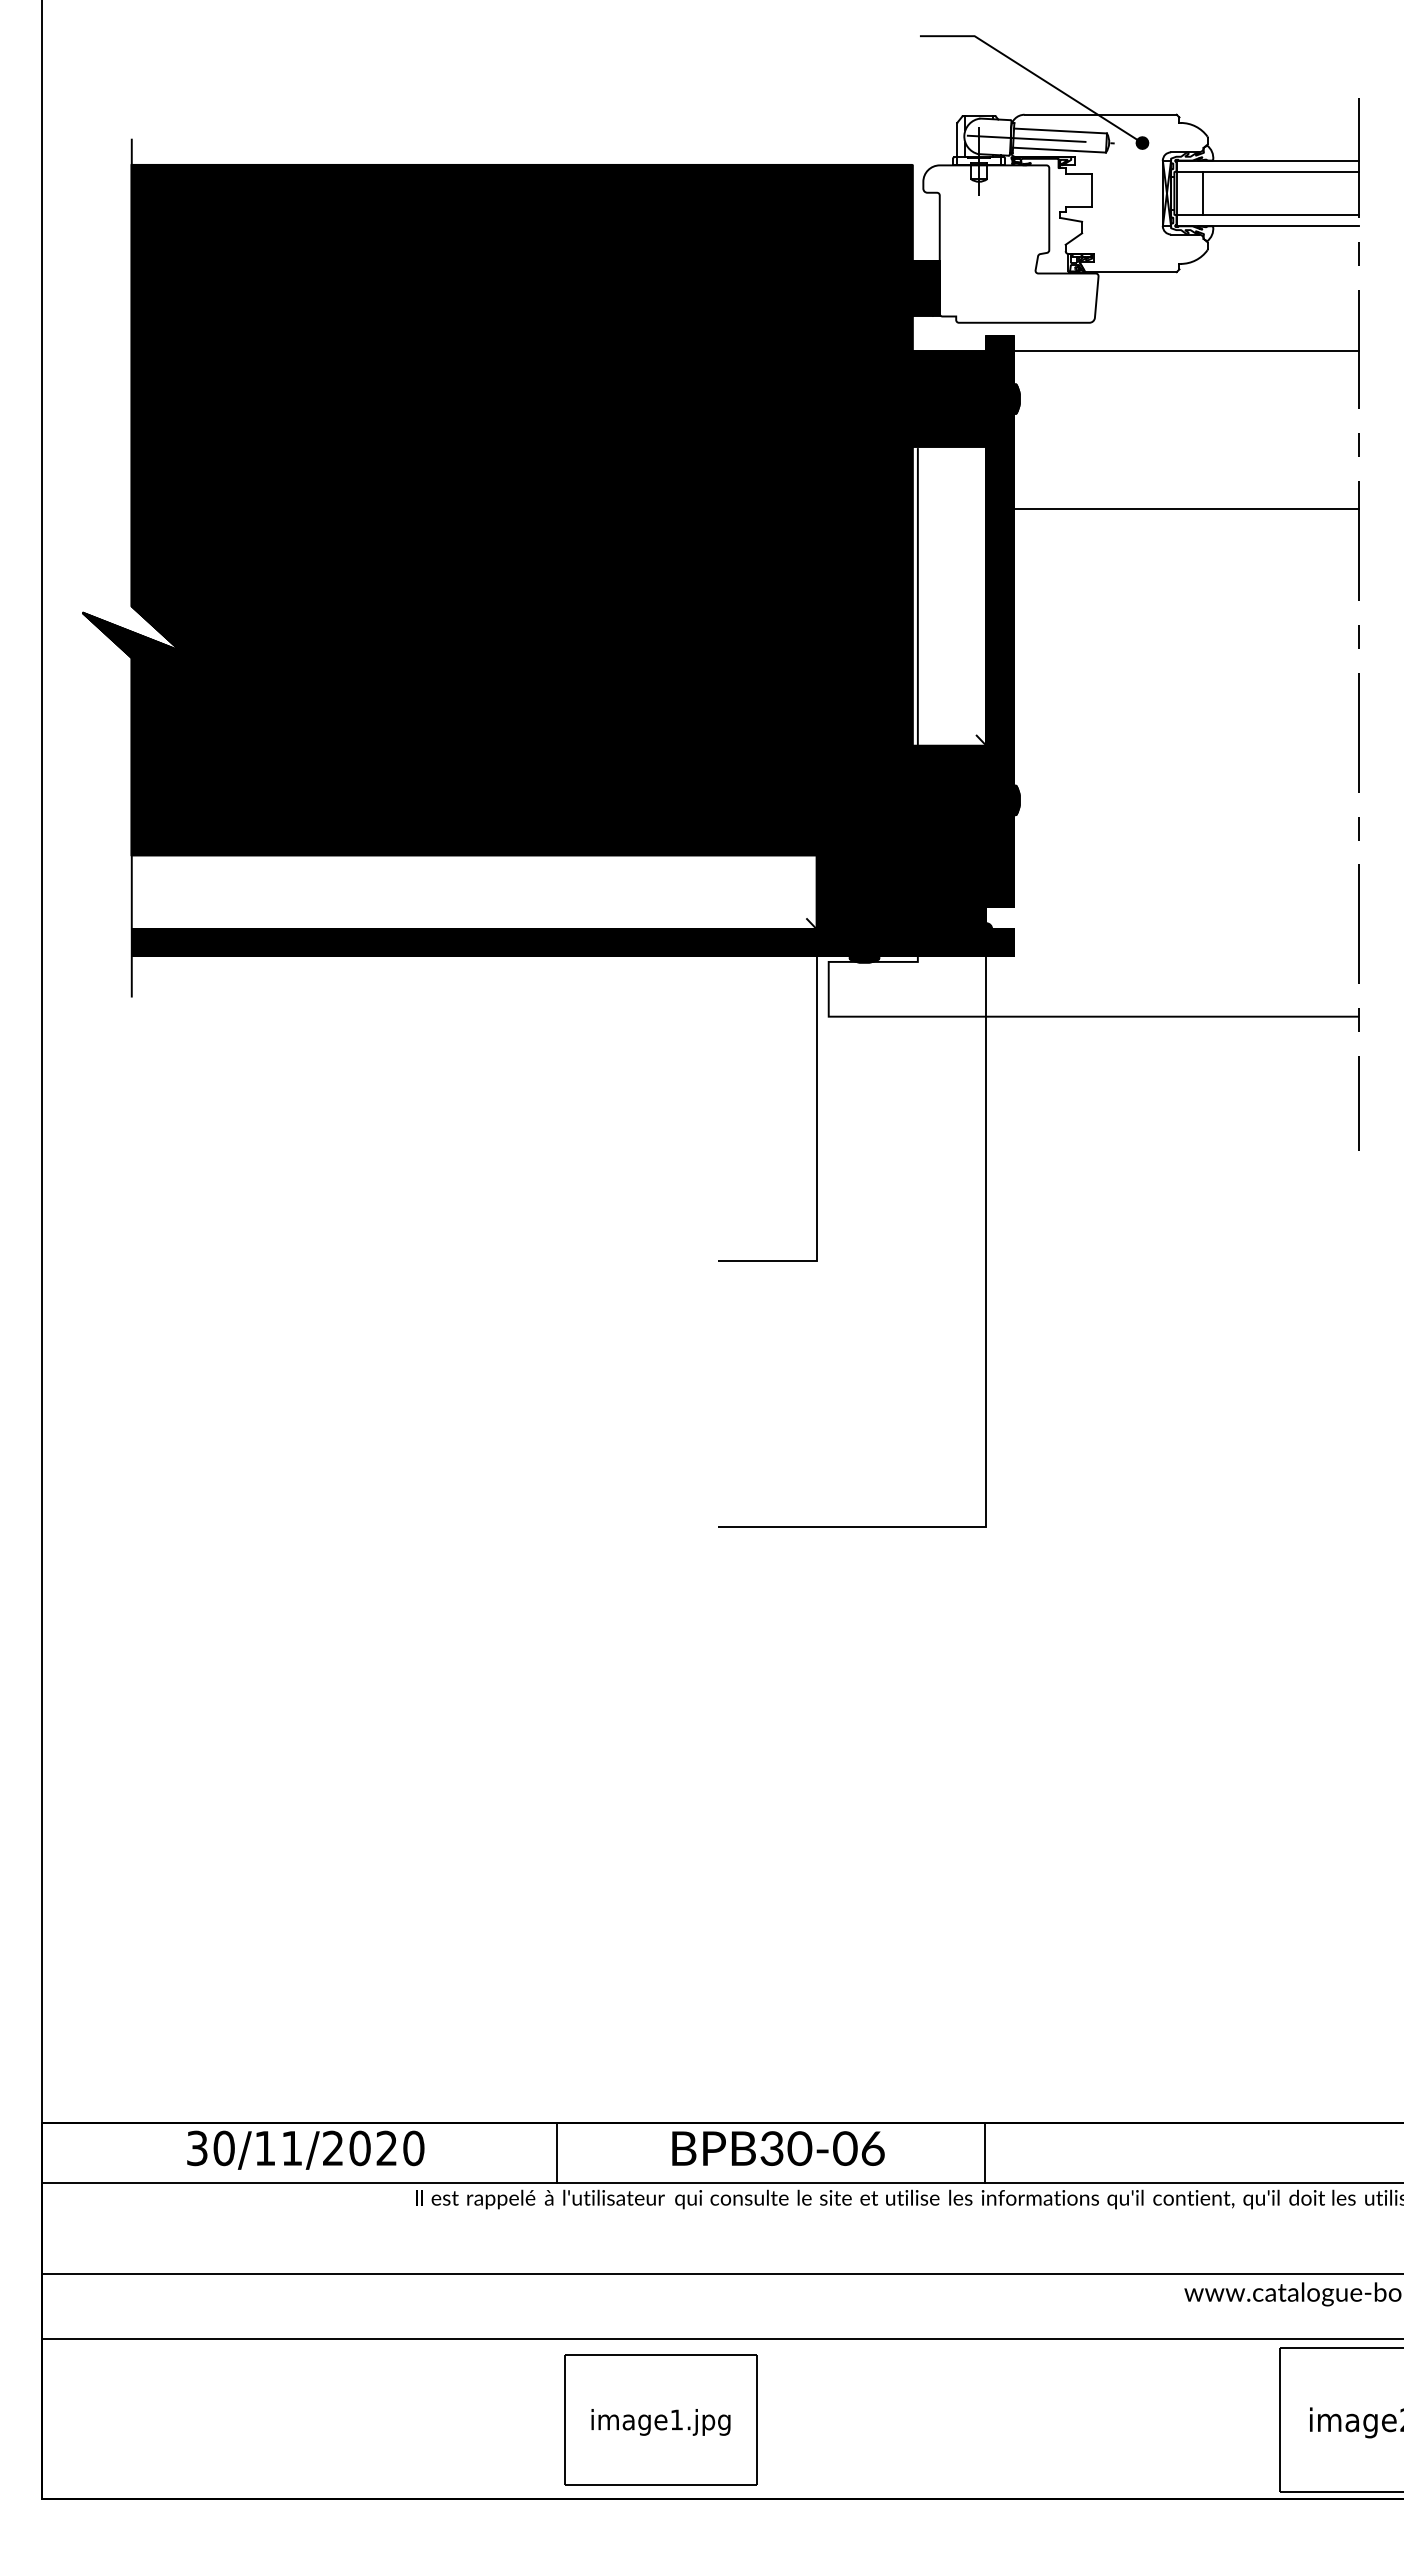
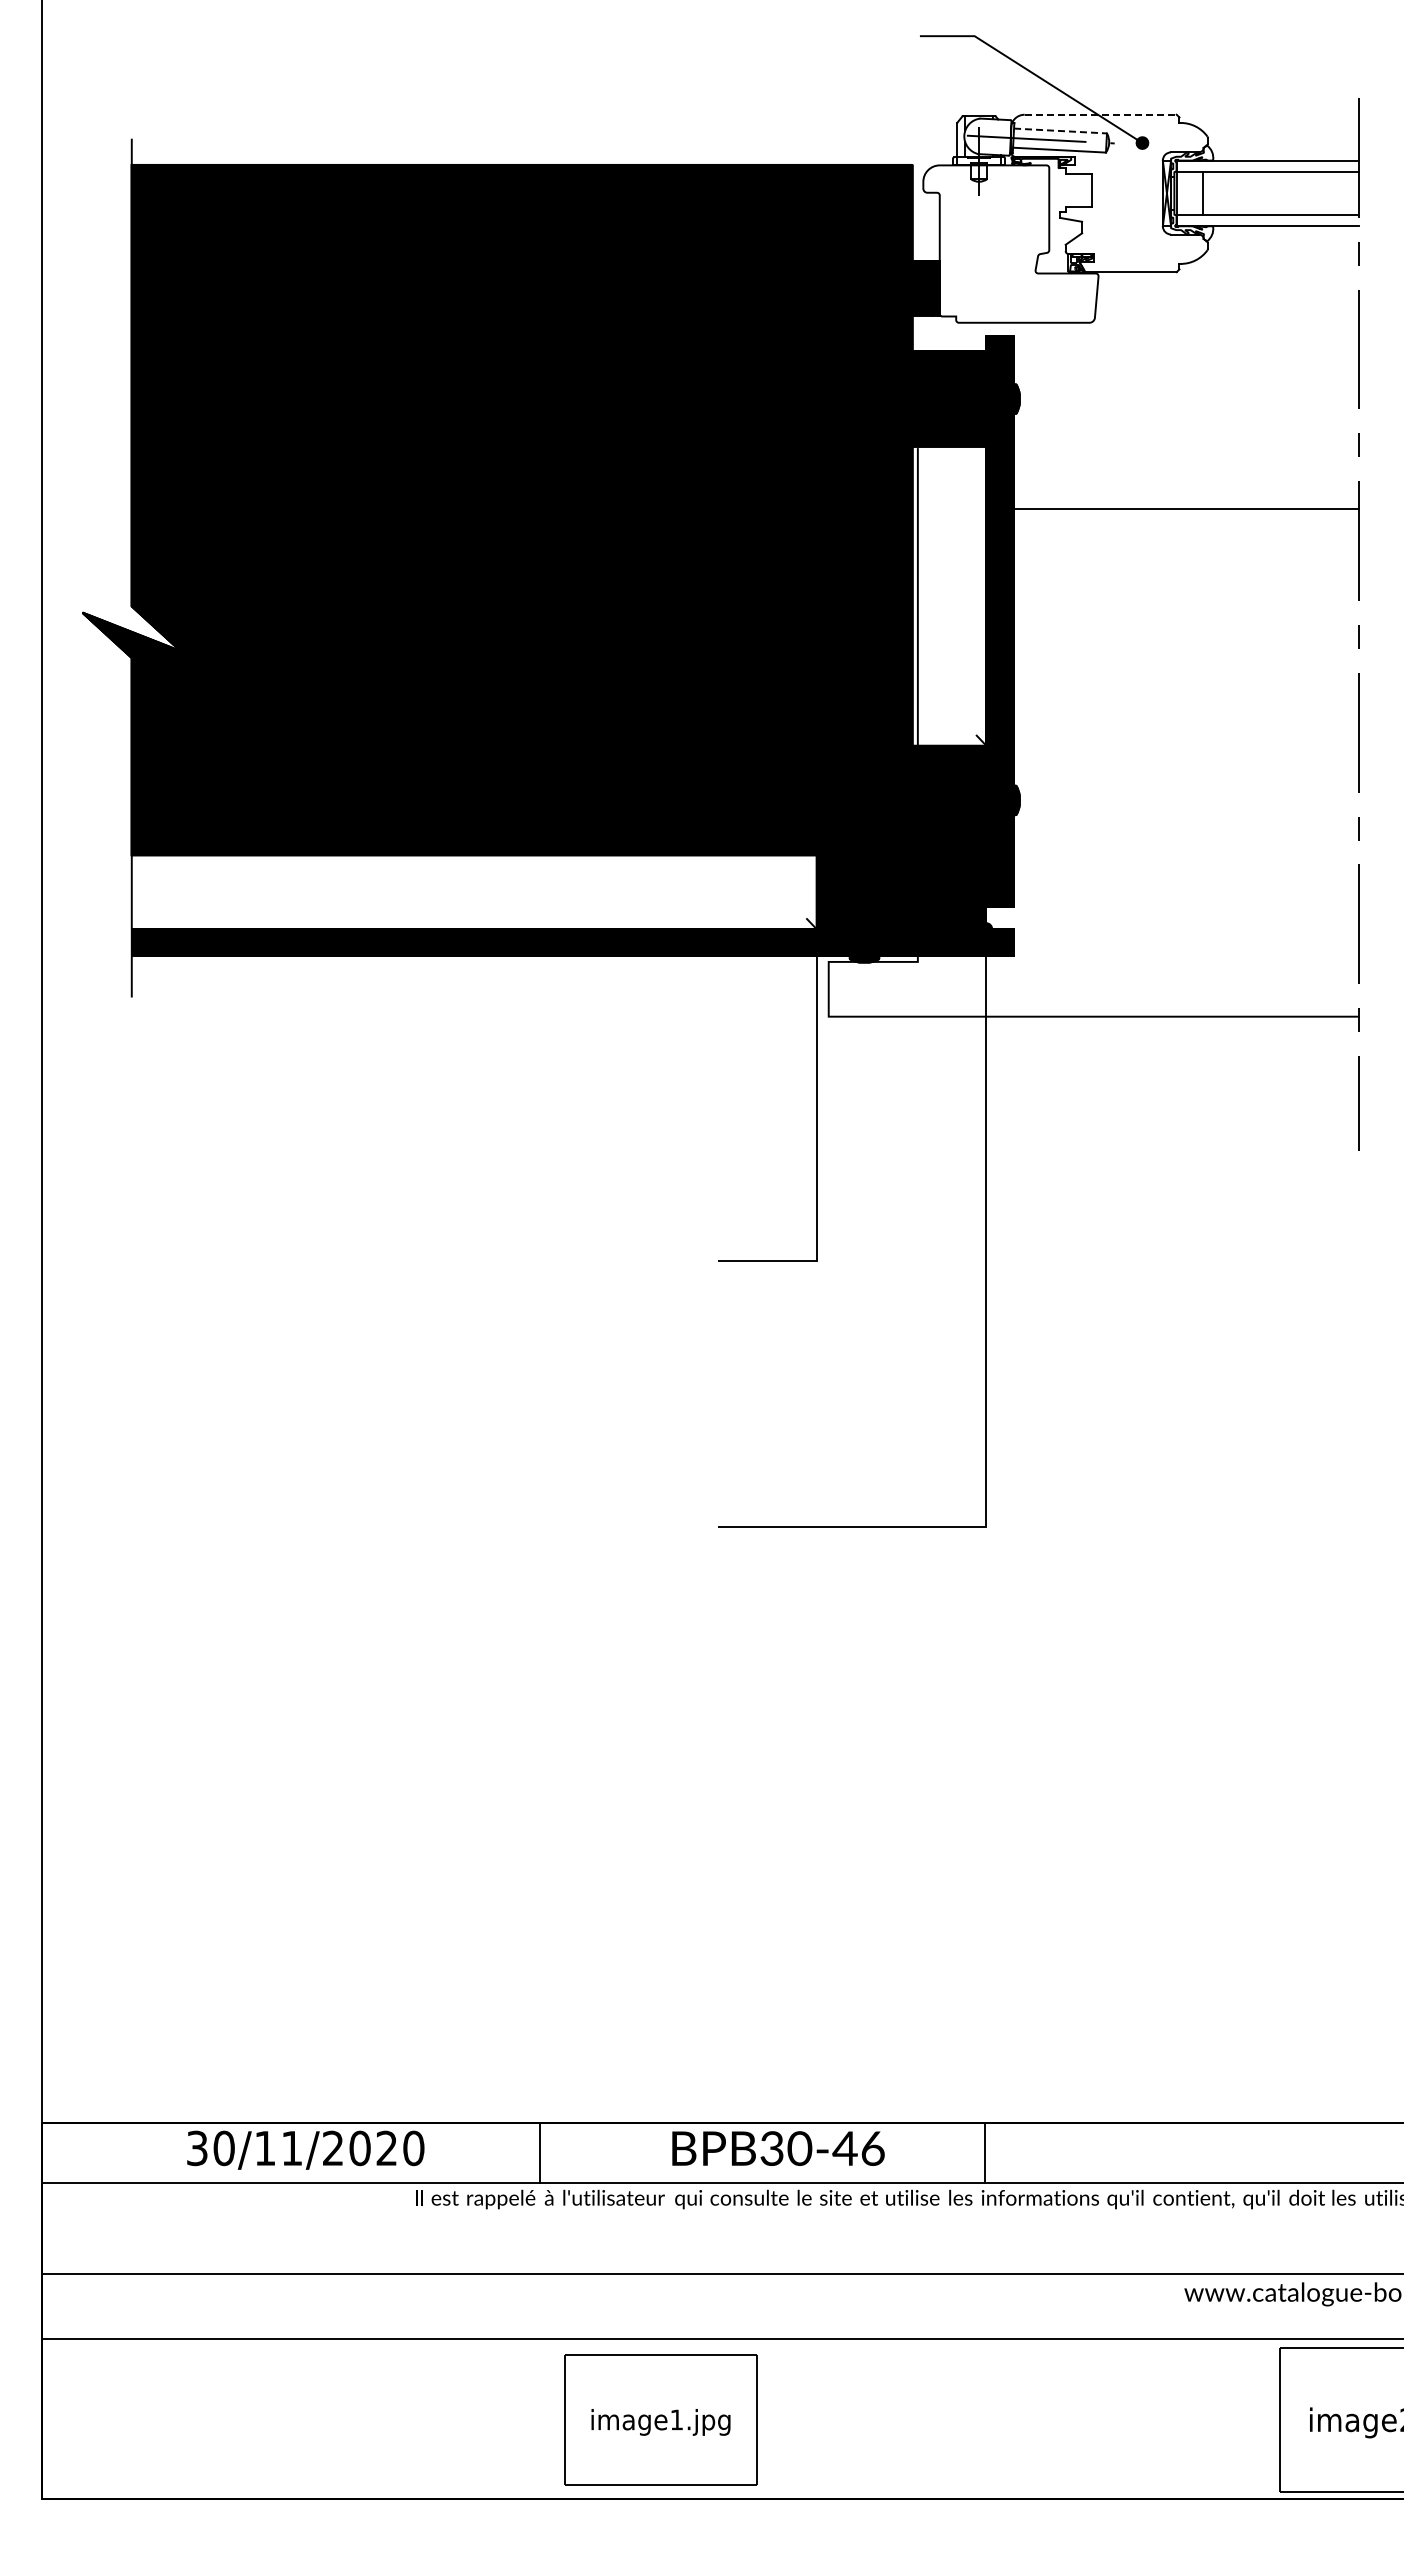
line at (1101, 114): solid -> dashed
line at (1060, 131): solid -> dashed
line at (1183, 351): present -> none
text at (844, 2148): \c16711848;BPB30-06 -> \c16711848;BPB30-46
line at (557, 2152) position: (557, 2152) -> (540, 2152)
